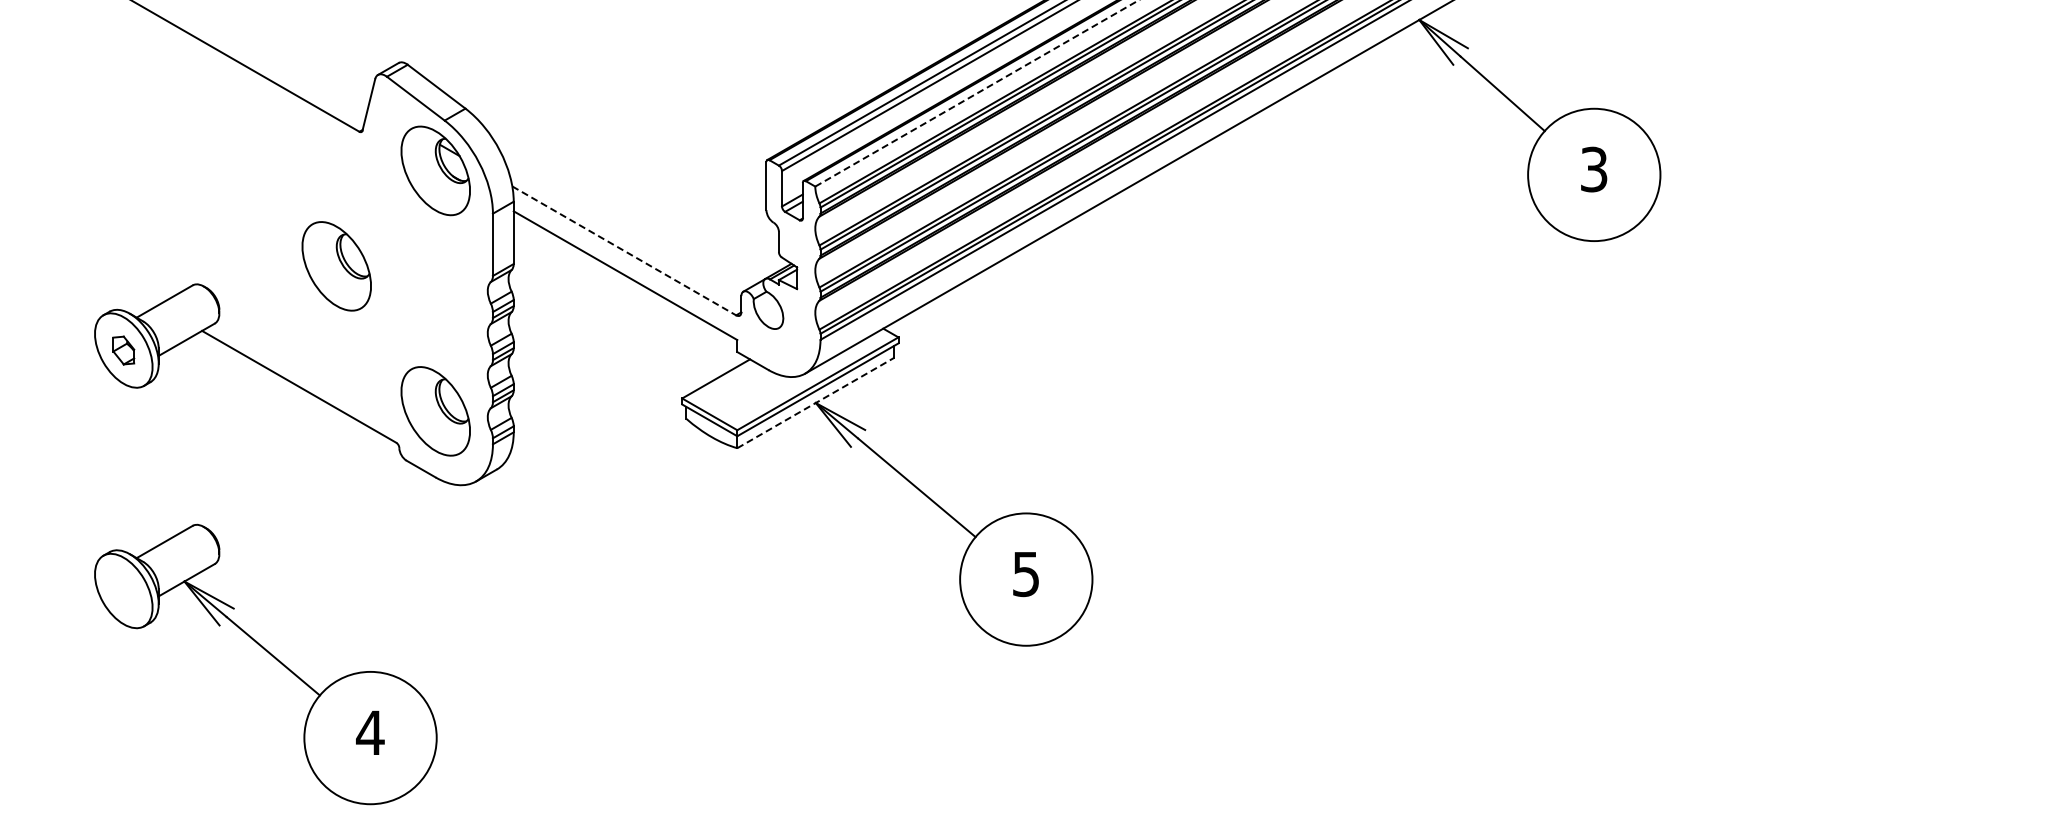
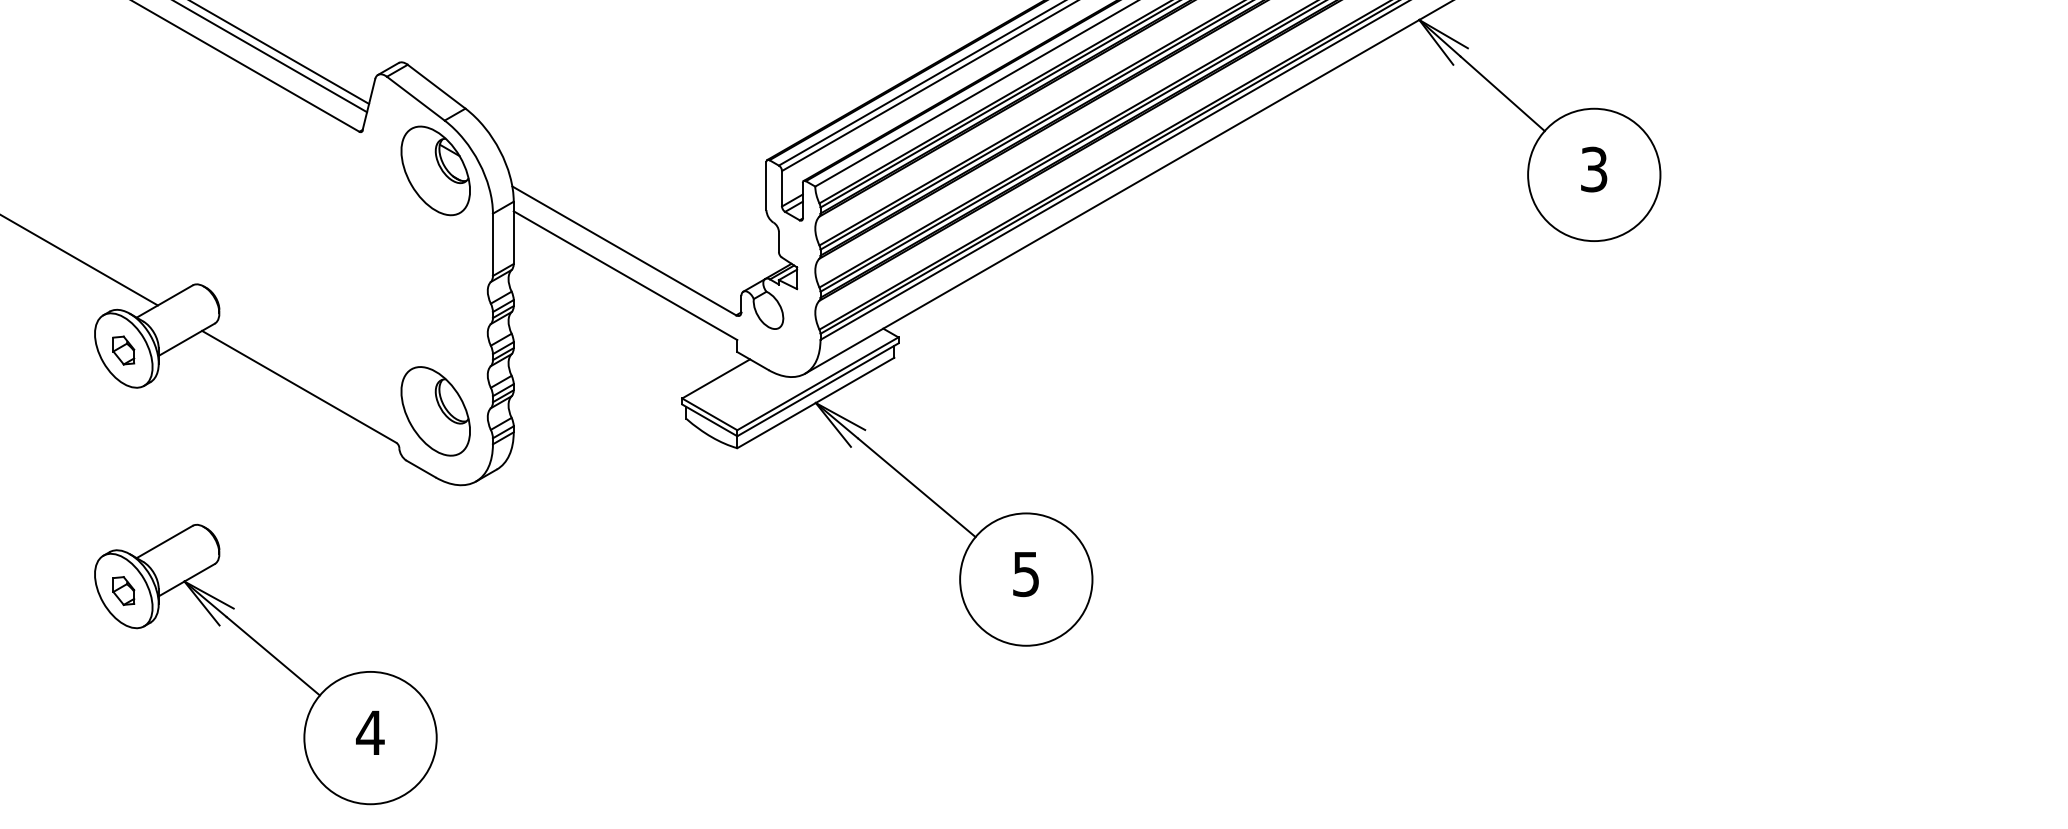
line at (280, 52): none -> present
line at (271, 57): none -> present
line at (977, 93): dashed -> solid
line at (624, 251): dashed -> solid
line at (79, 260): none -> present
part at (336, 266): present -> none
line at (815, 403): dashed -> solid
part at (123, 591): none -> present
